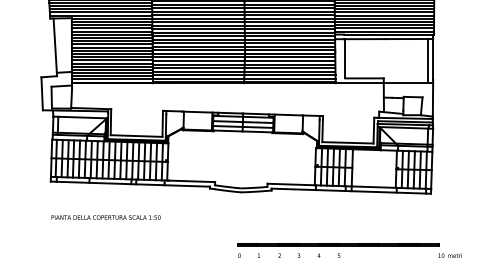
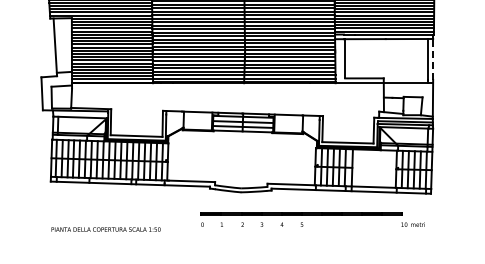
line at (433, 59): solid -> dashed
text at (105, 217) position: (105, 217) -> (105, 229)
part at (349, 250) position: (349, 250) -> (312, 219)
